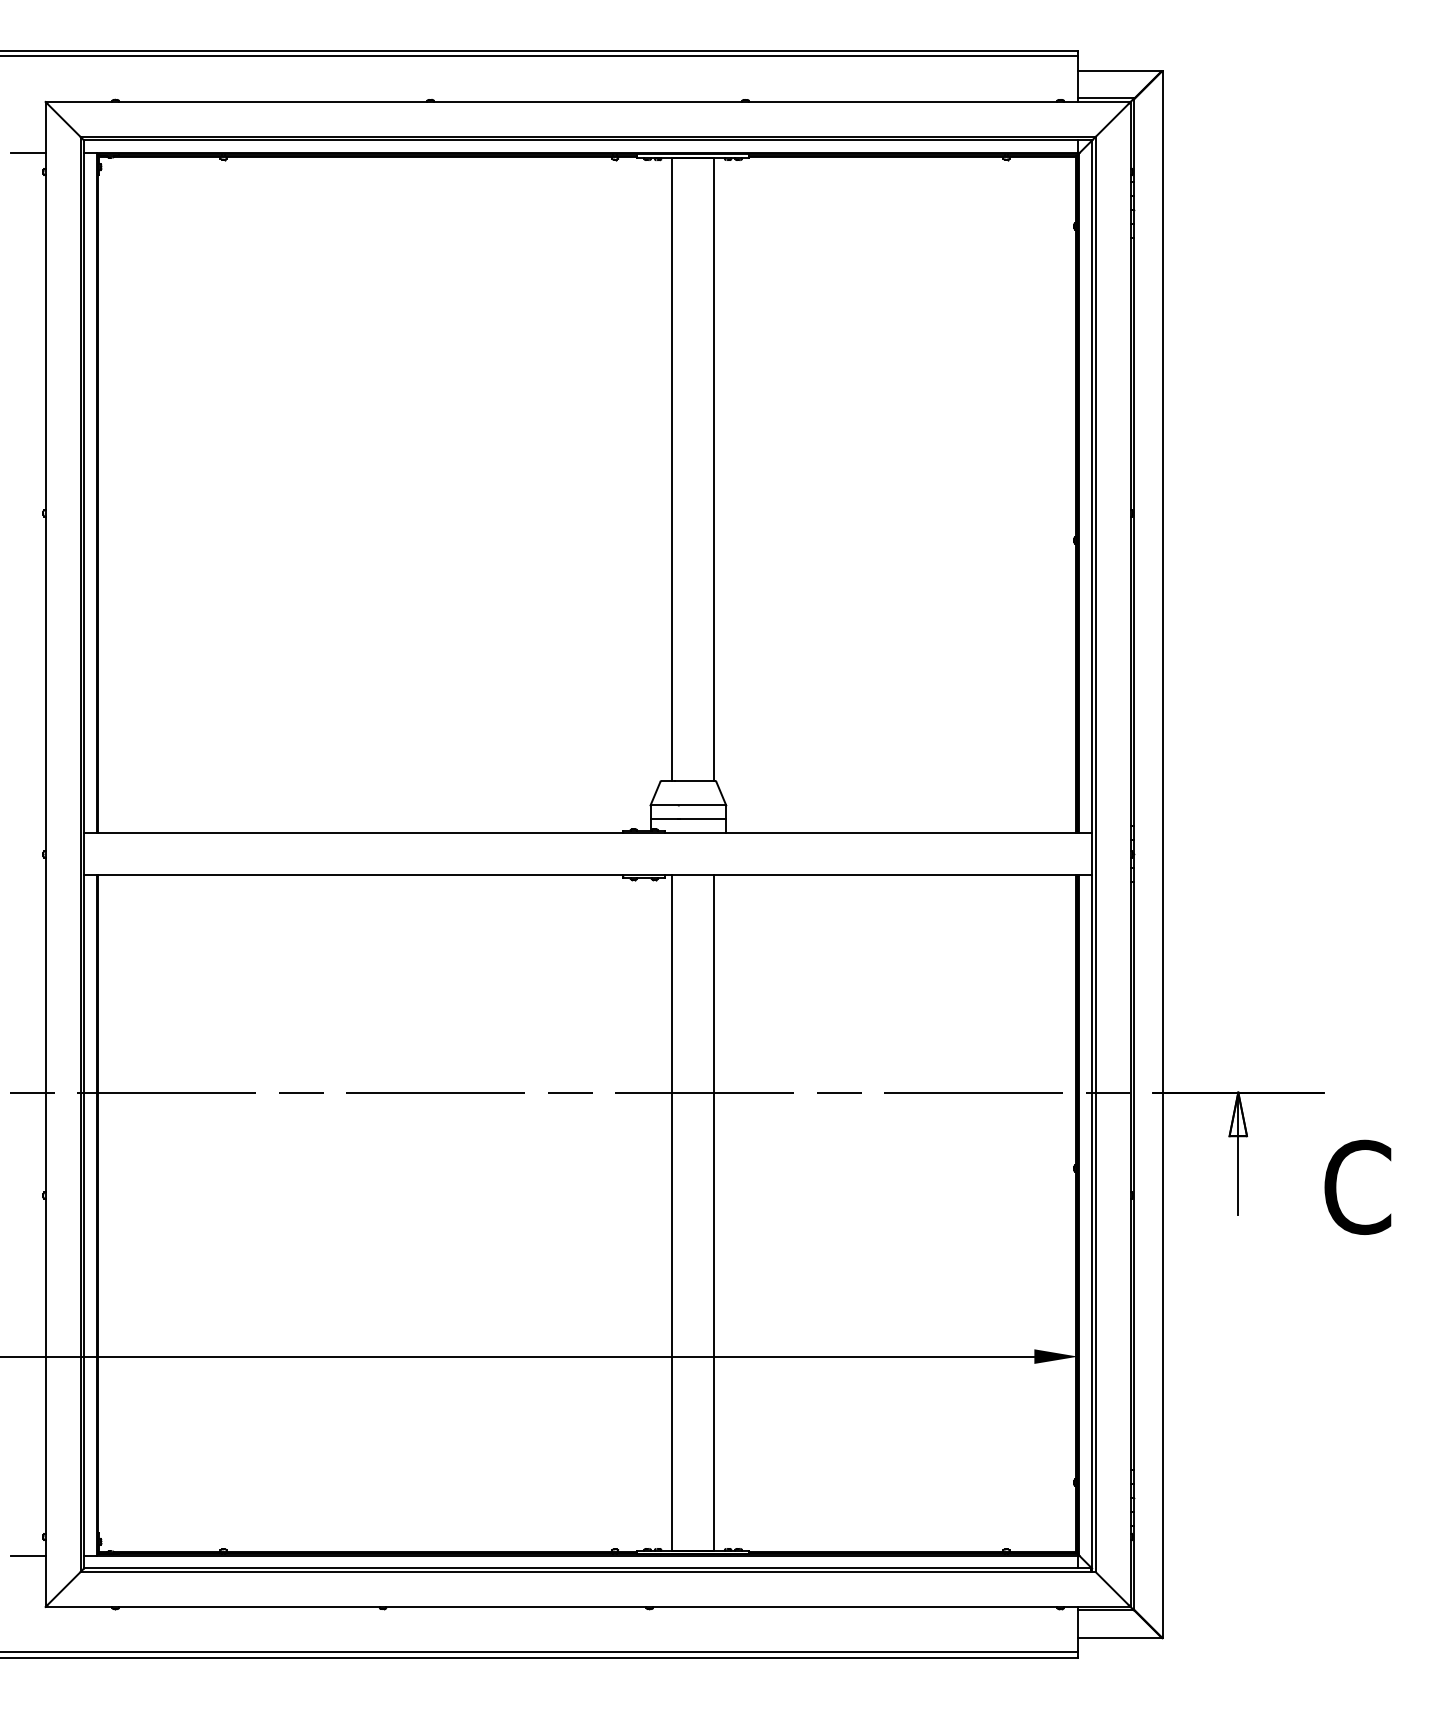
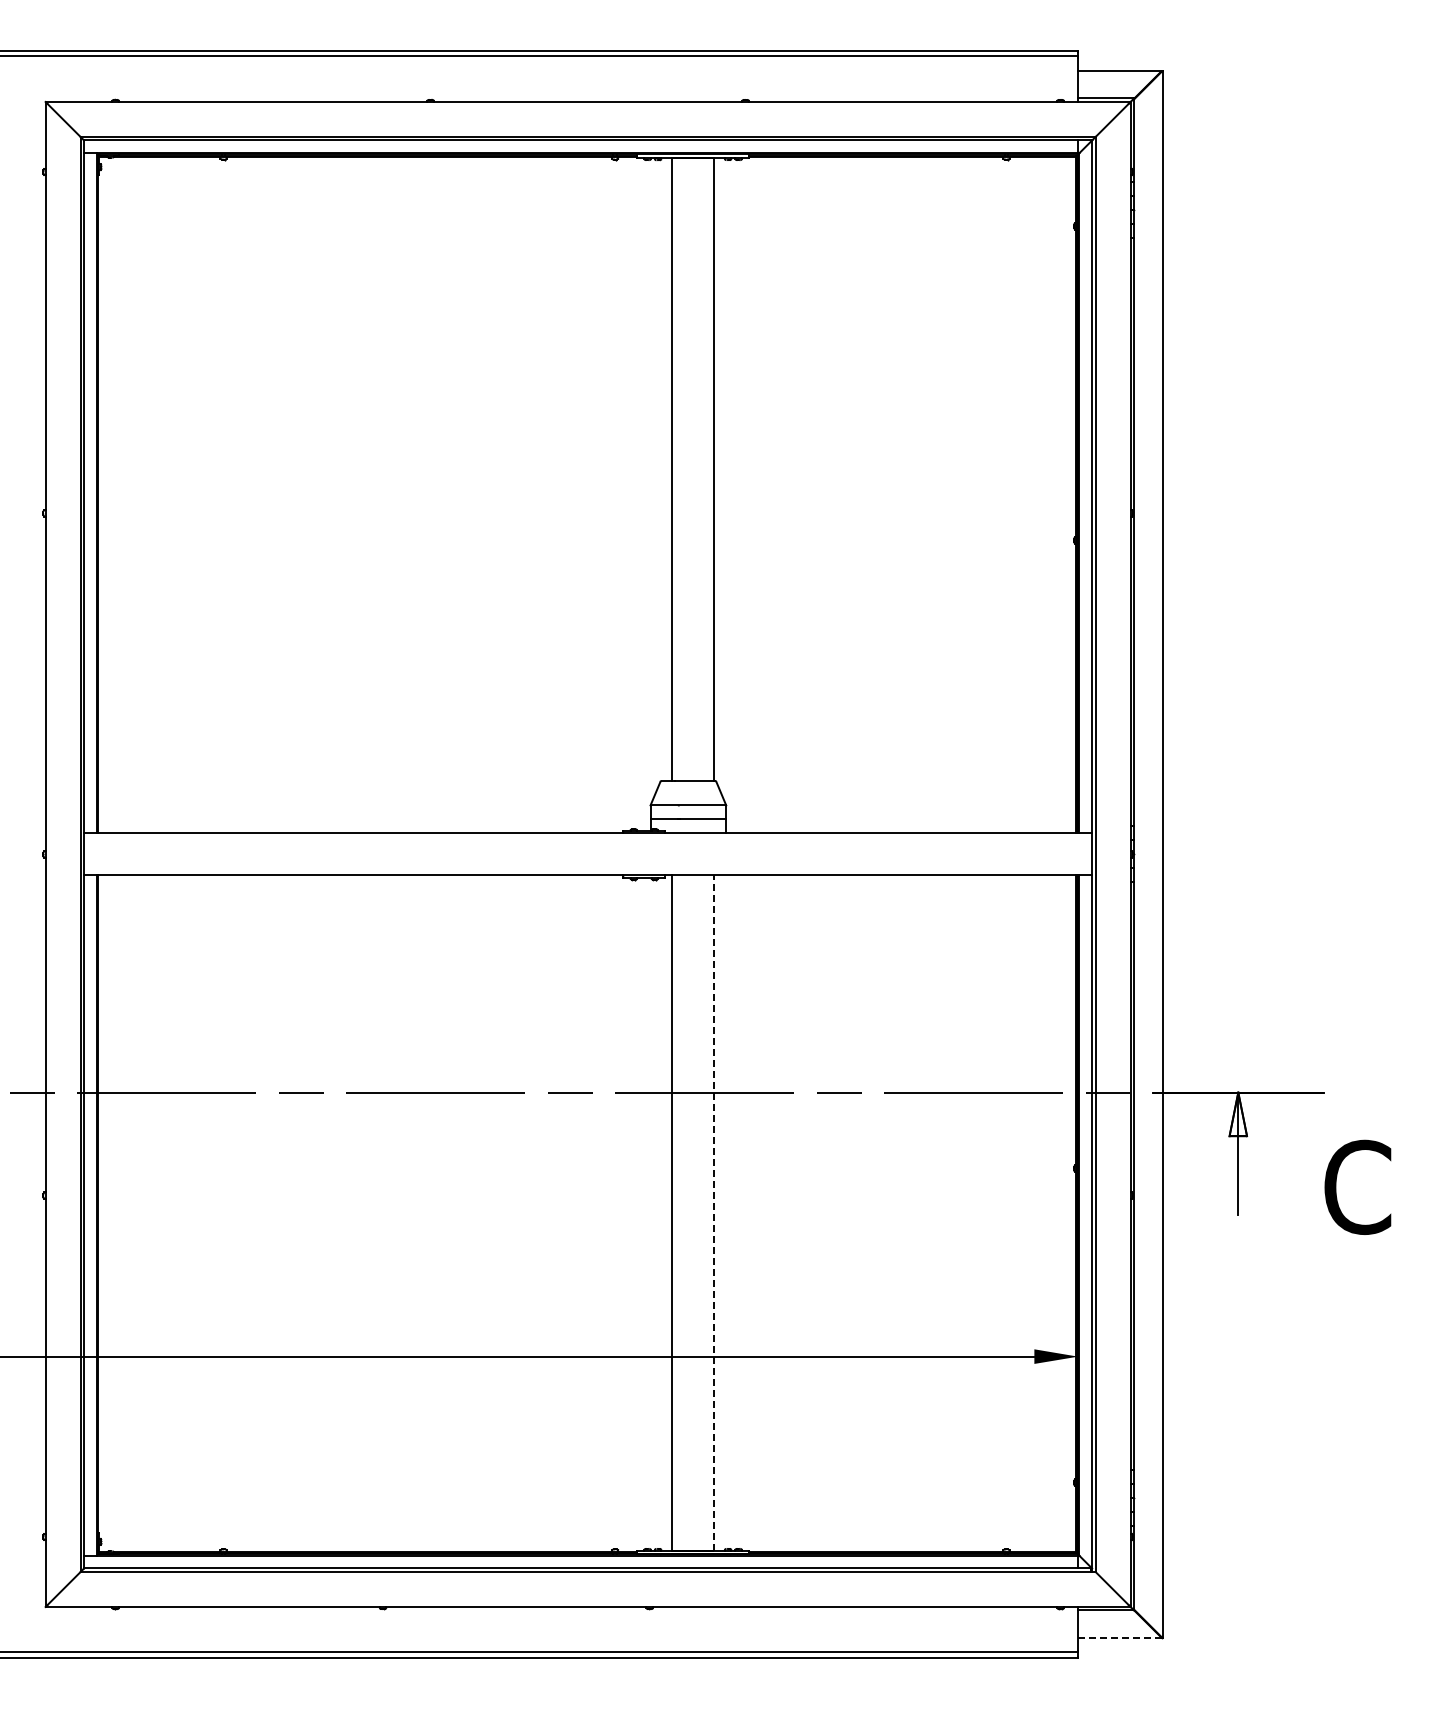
line at (27, 153): present -> none
line at (714, 1213): solid -> dashed
line at (27, 1555): present -> none
line at (1119, 1638): solid -> dashed
